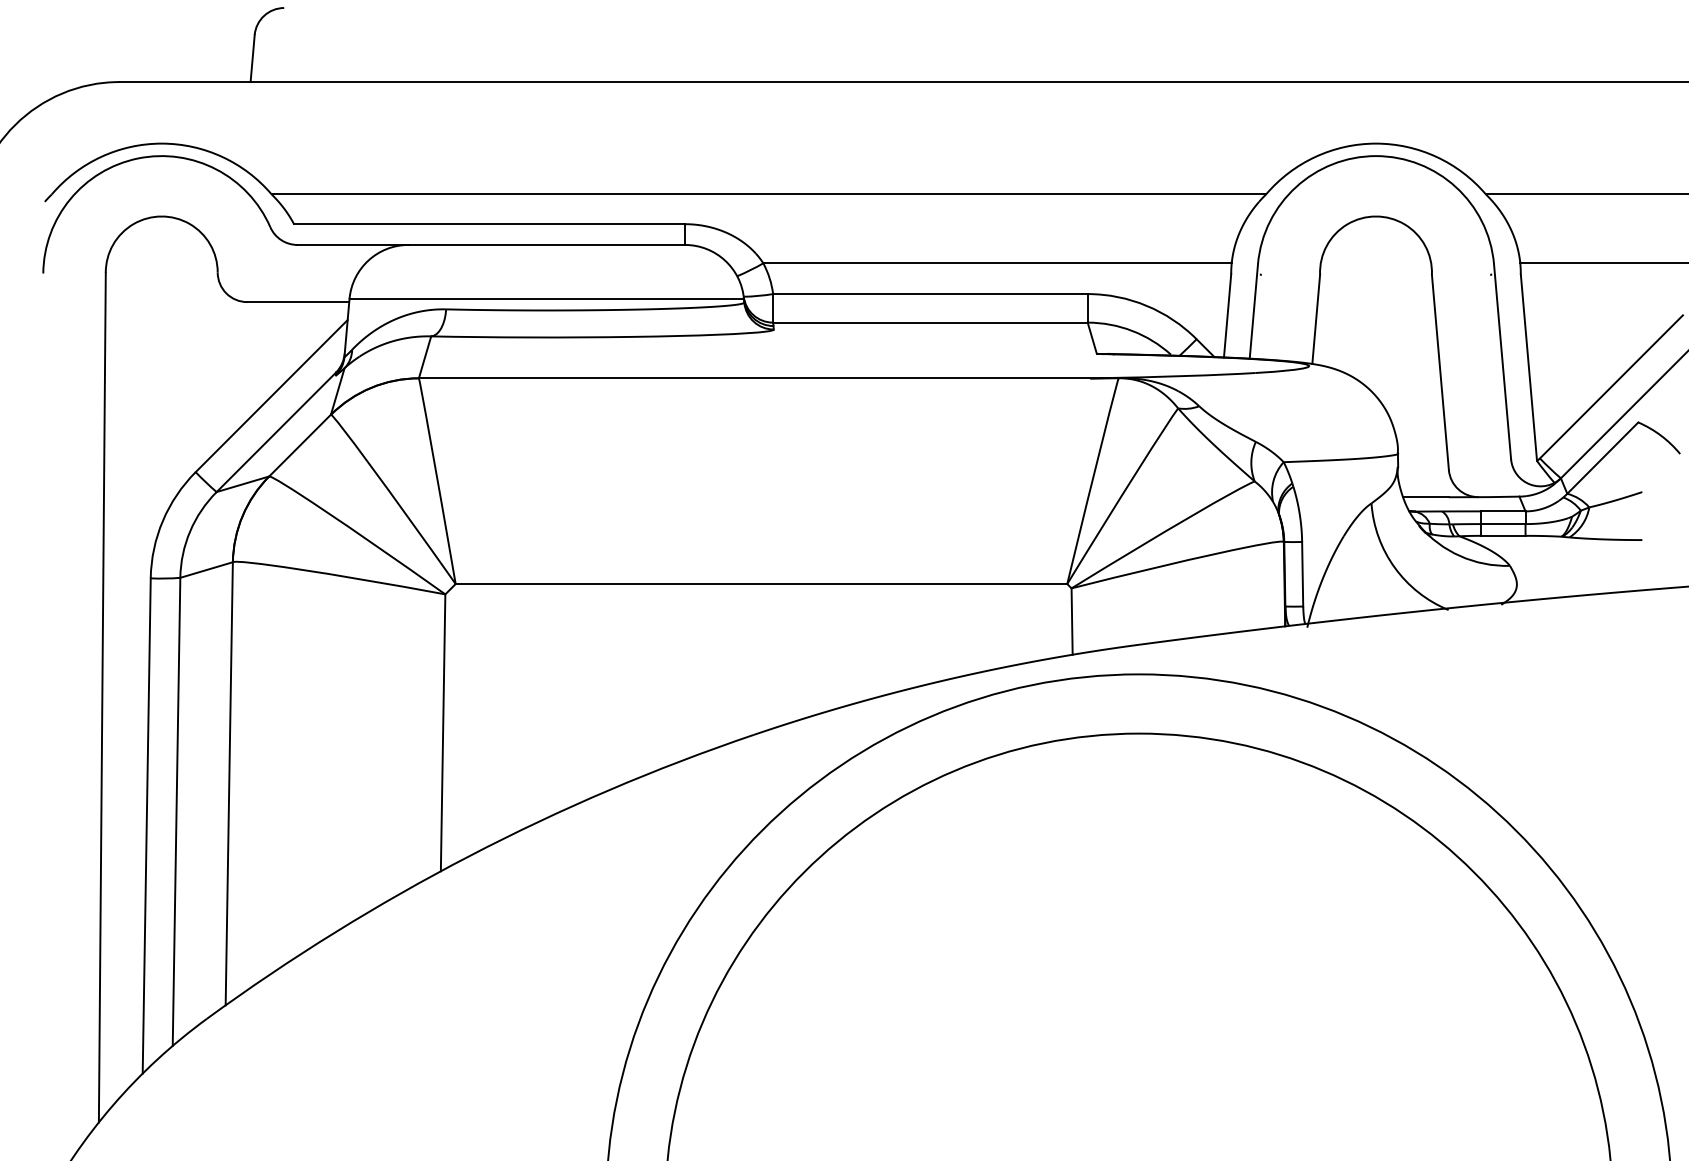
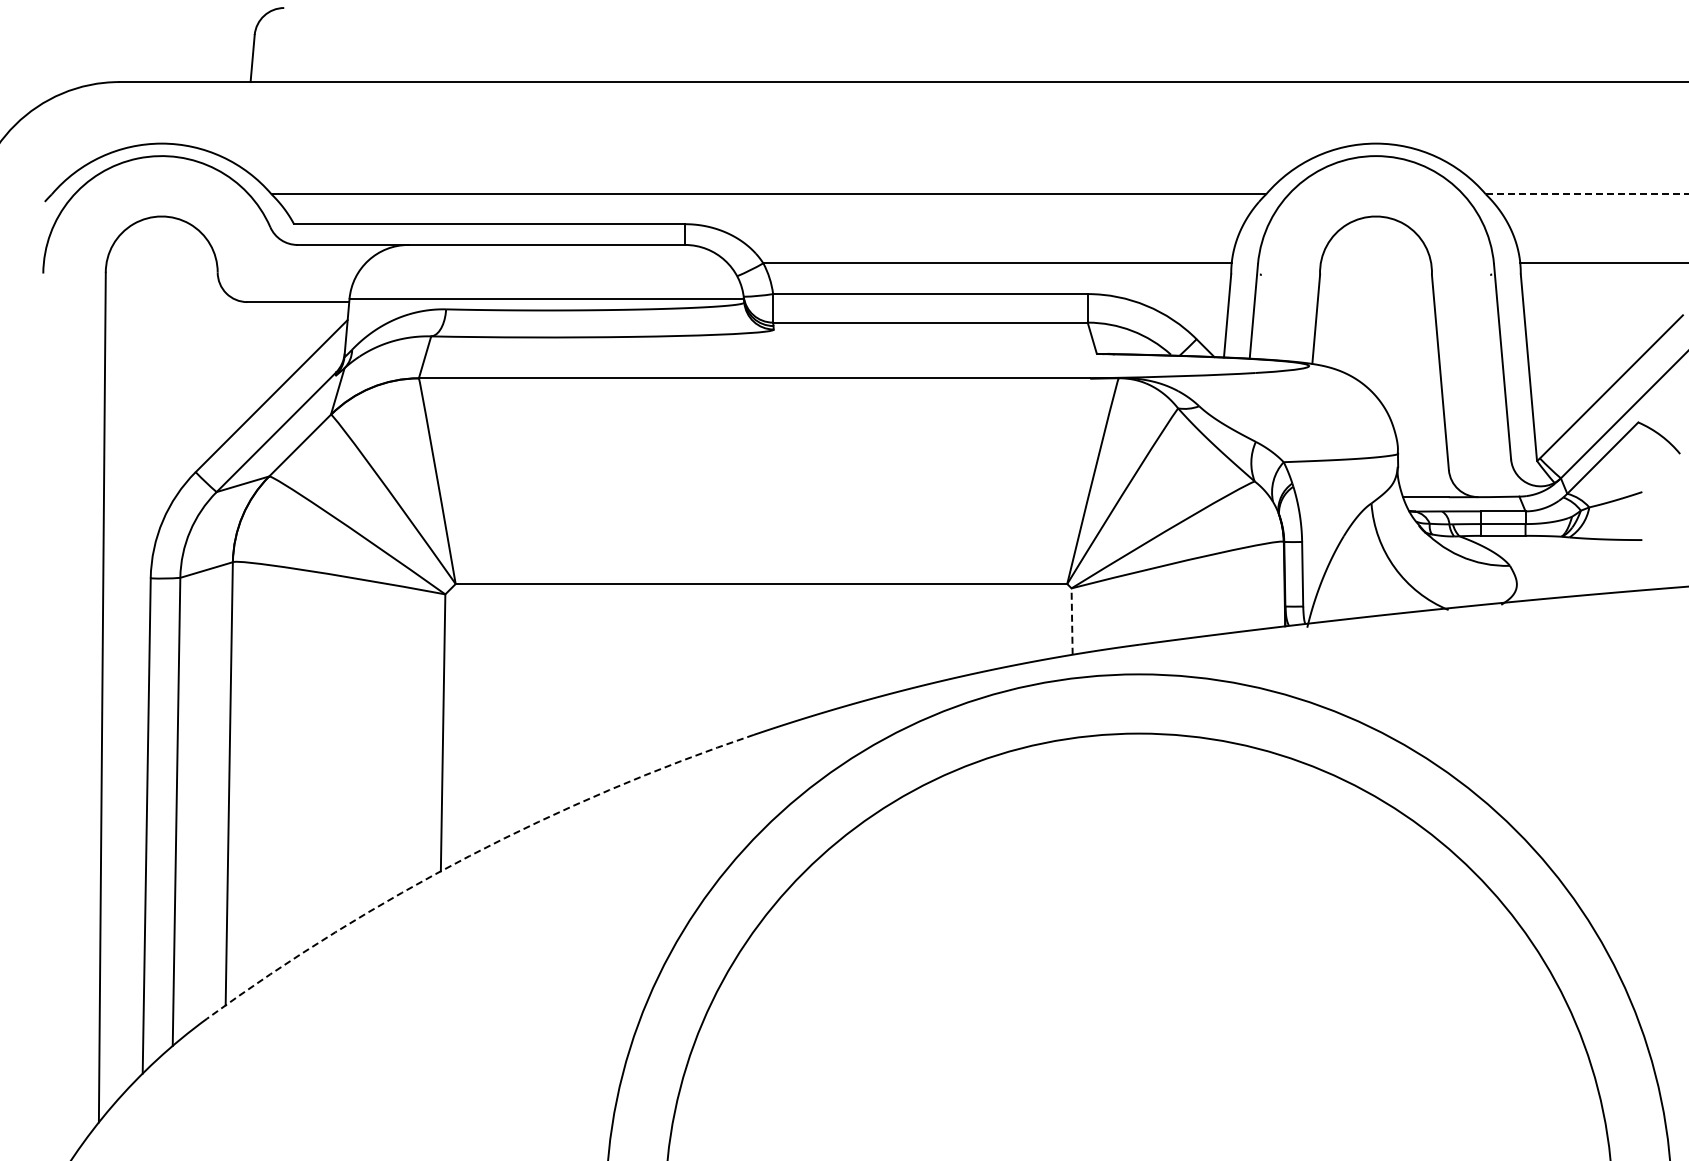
line at (1587, 194): solid -> dashed
line at (1072, 621): solid -> dashed
arc at (469, 856): solid -> dashed
